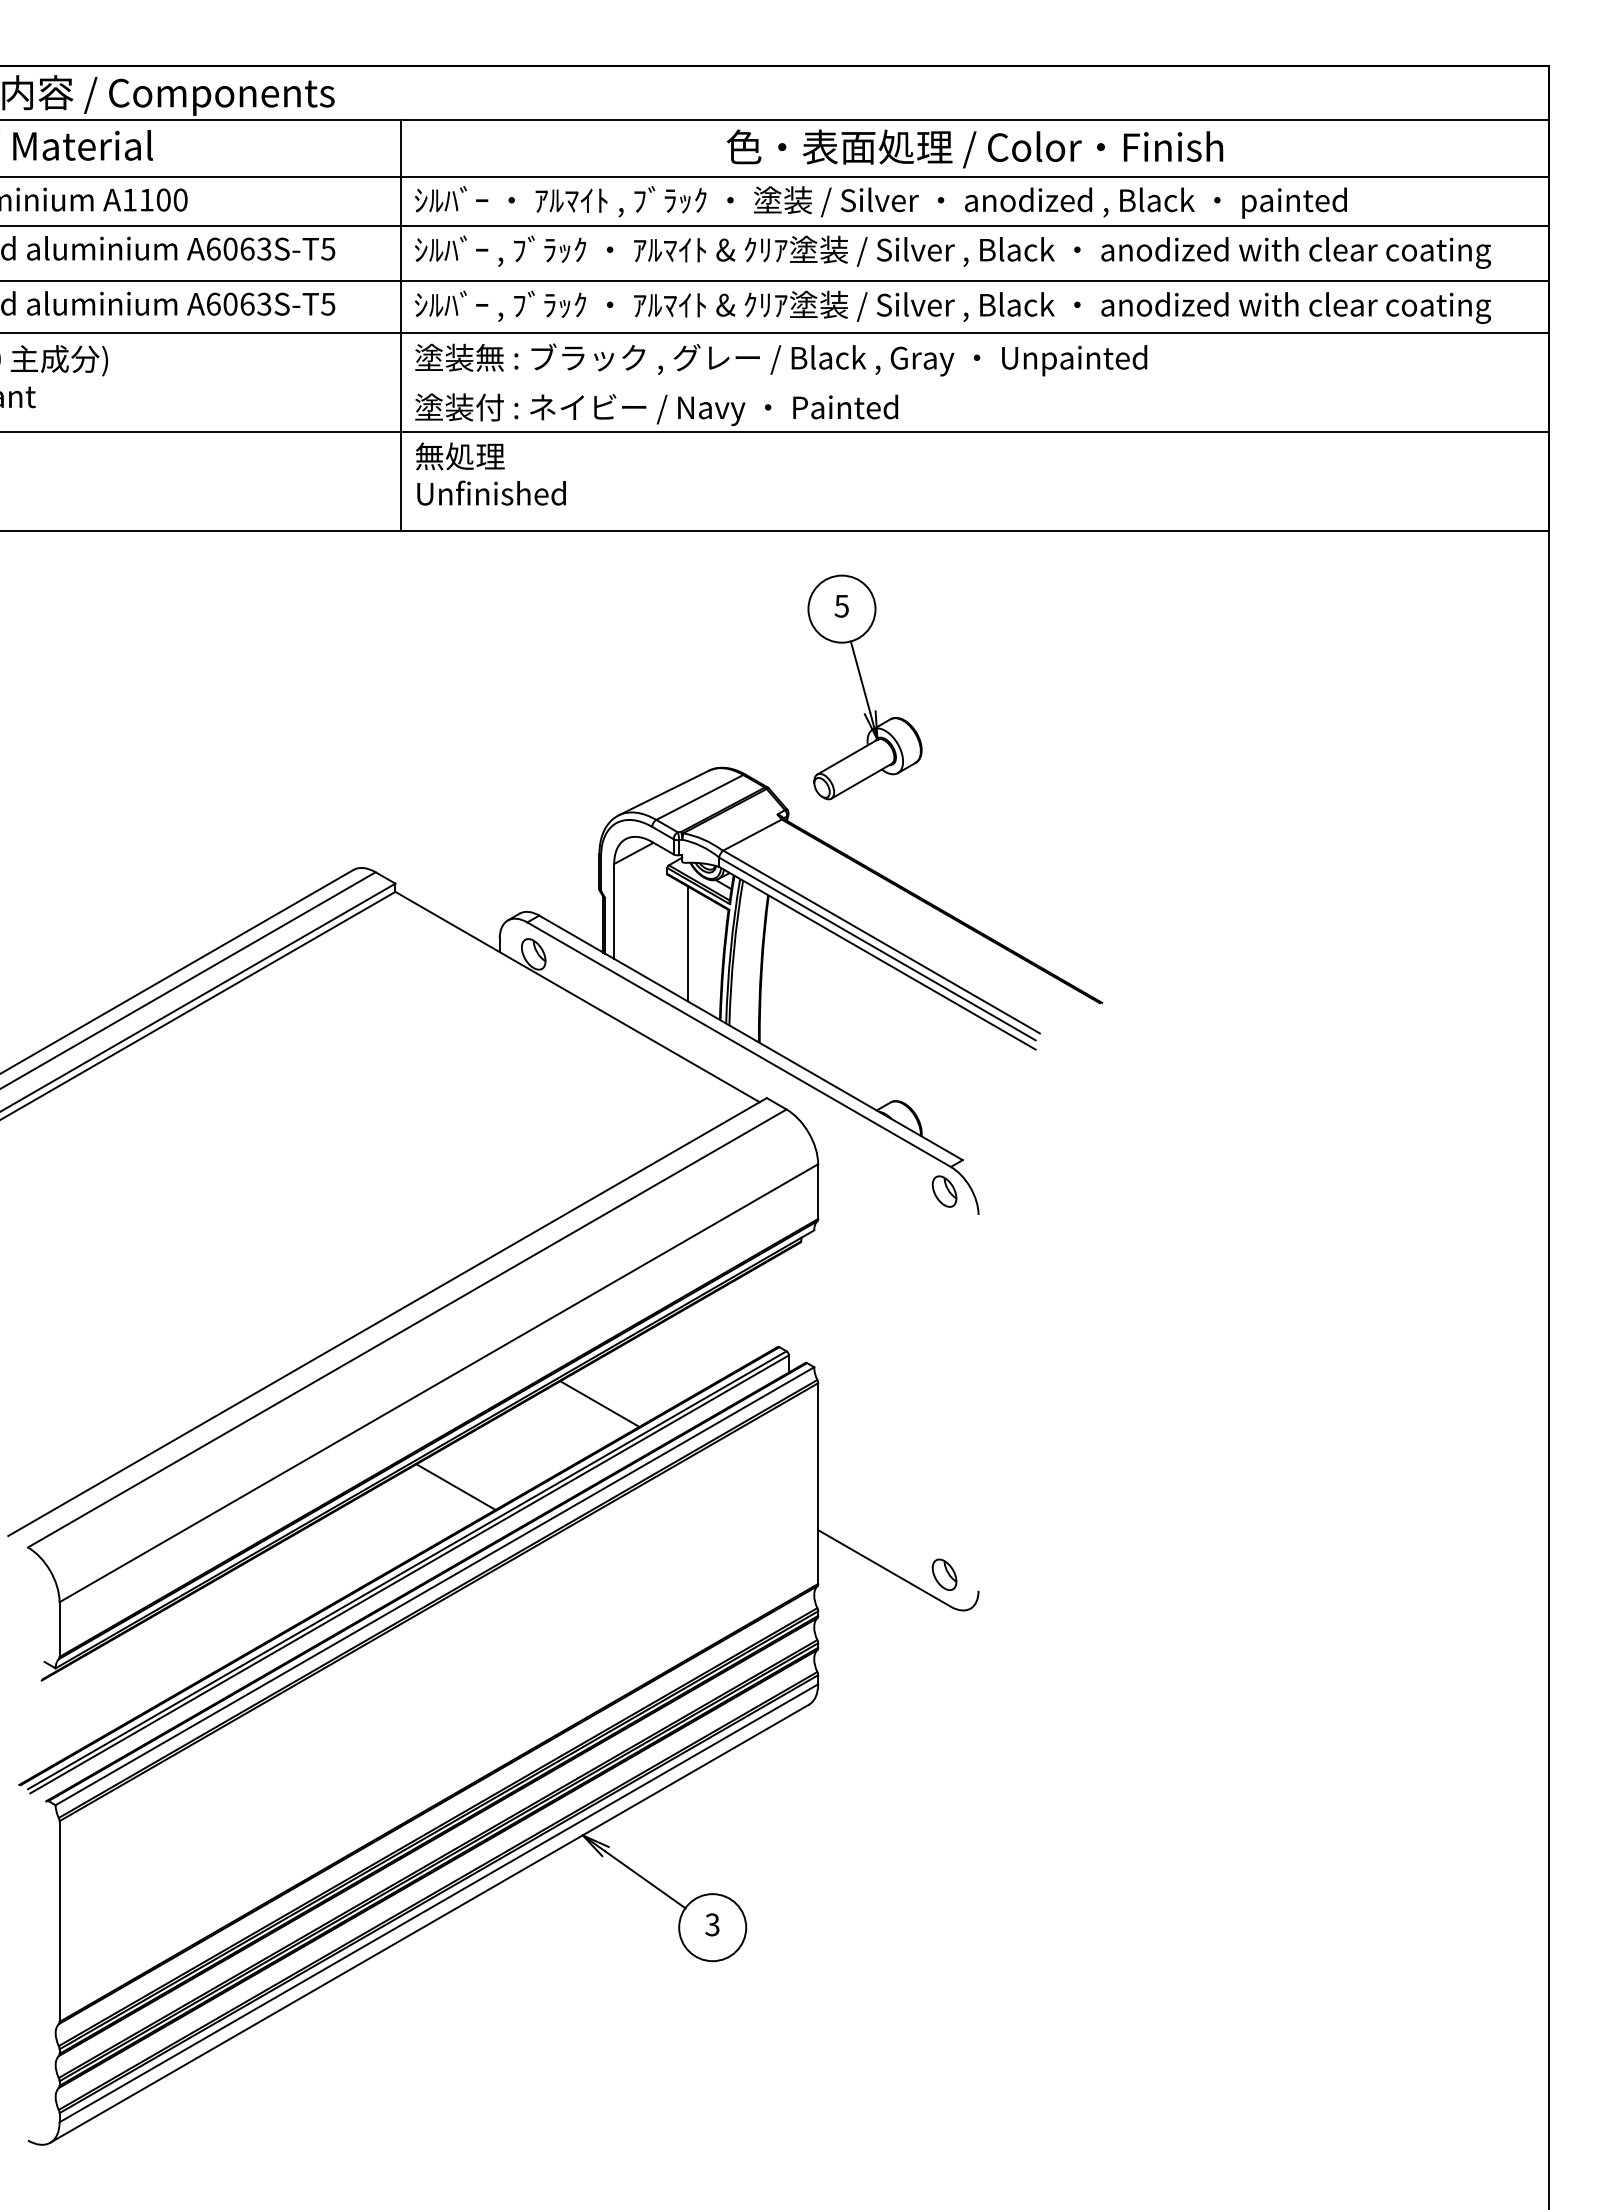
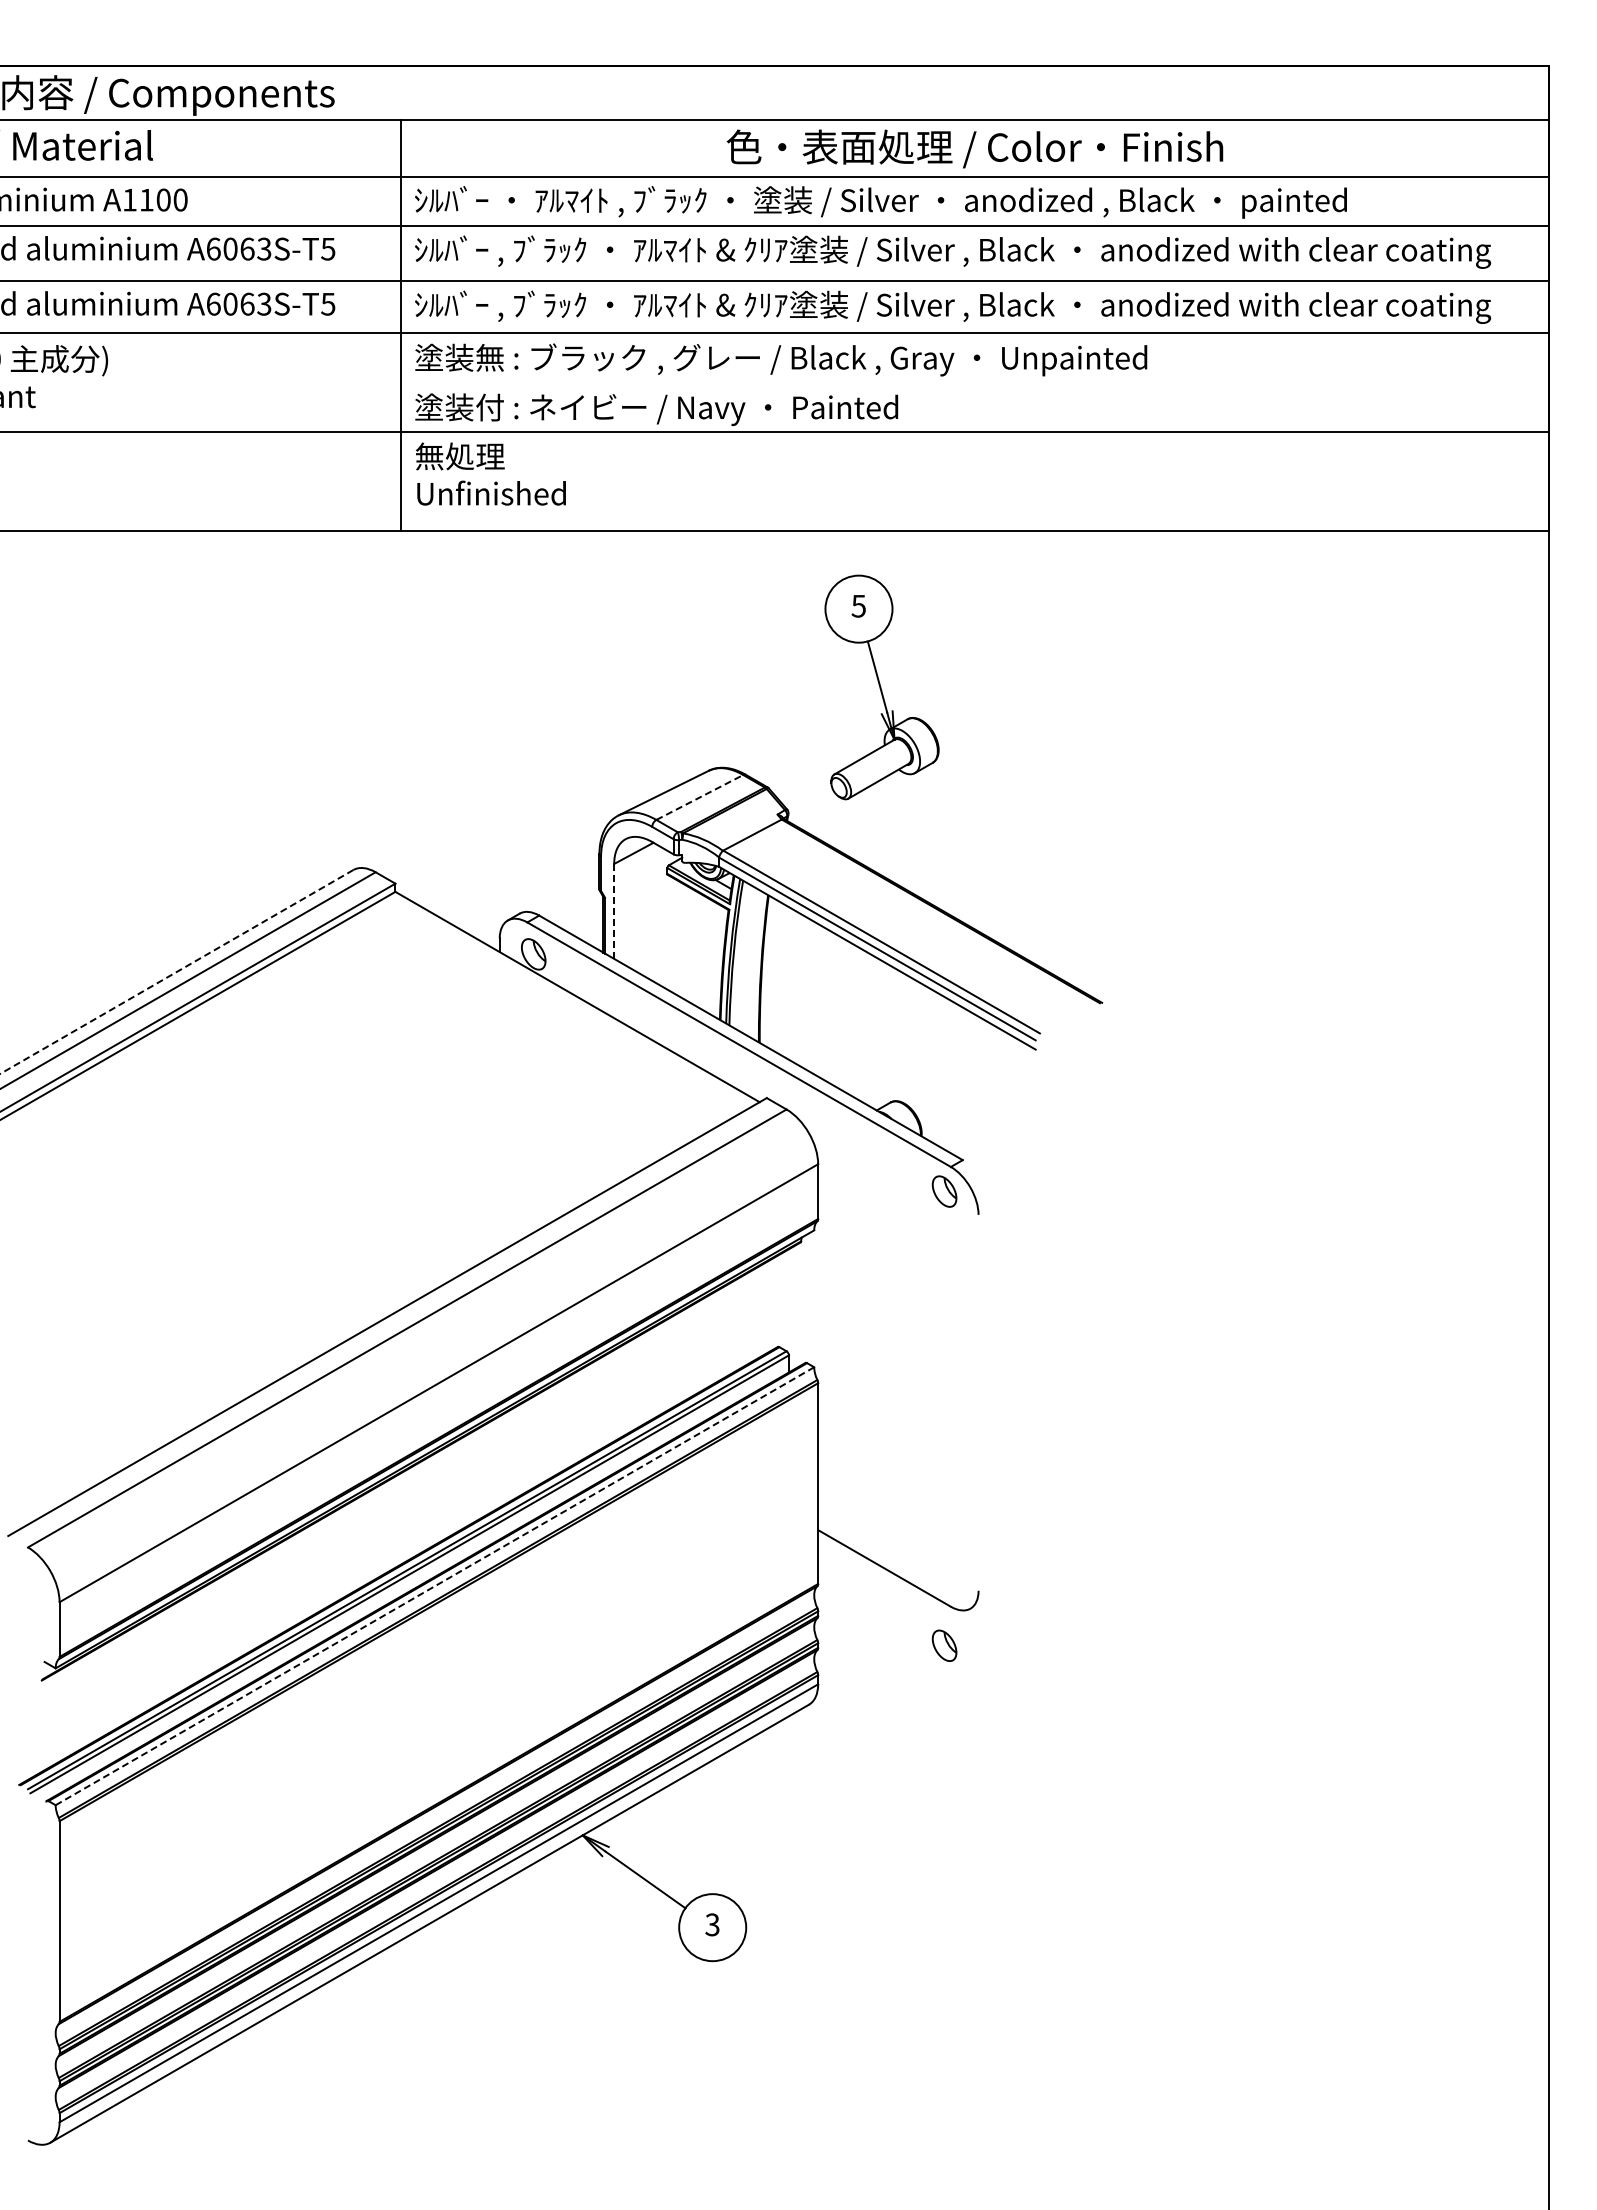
part at (864, 687) position: (864, 687) -> (881, 687)
line at (699, 797): solid -> dashed
line at (614, 910): solid -> dashed
line at (687, 943): present -> none
line at (176, 972): solid -> dashed
line at (599, 1403): present -> none
line at (455, 1486): present -> none
part at (944, 1574) position: (944, 1574) -> (944, 1645)
line at (434, 1586): solid -> dashed
